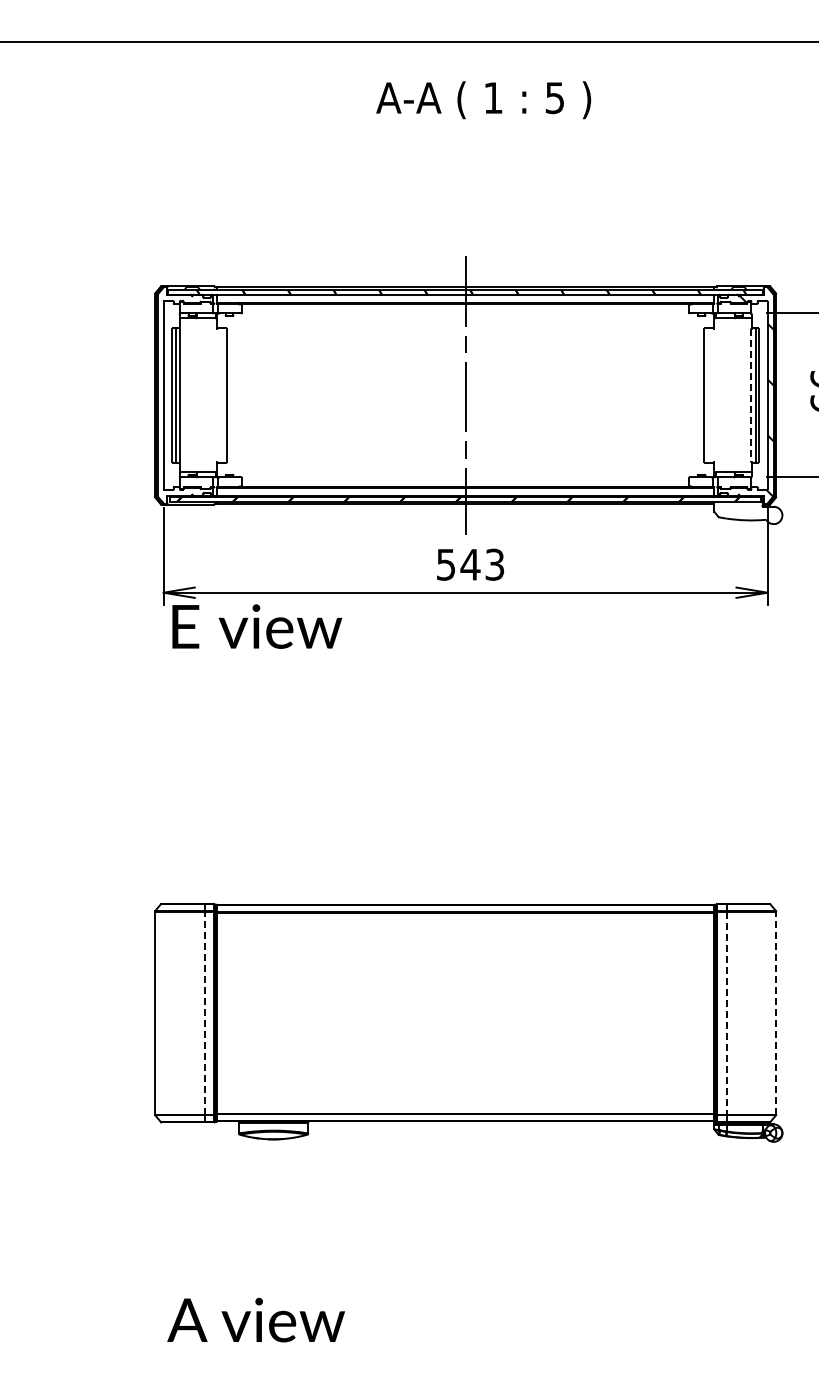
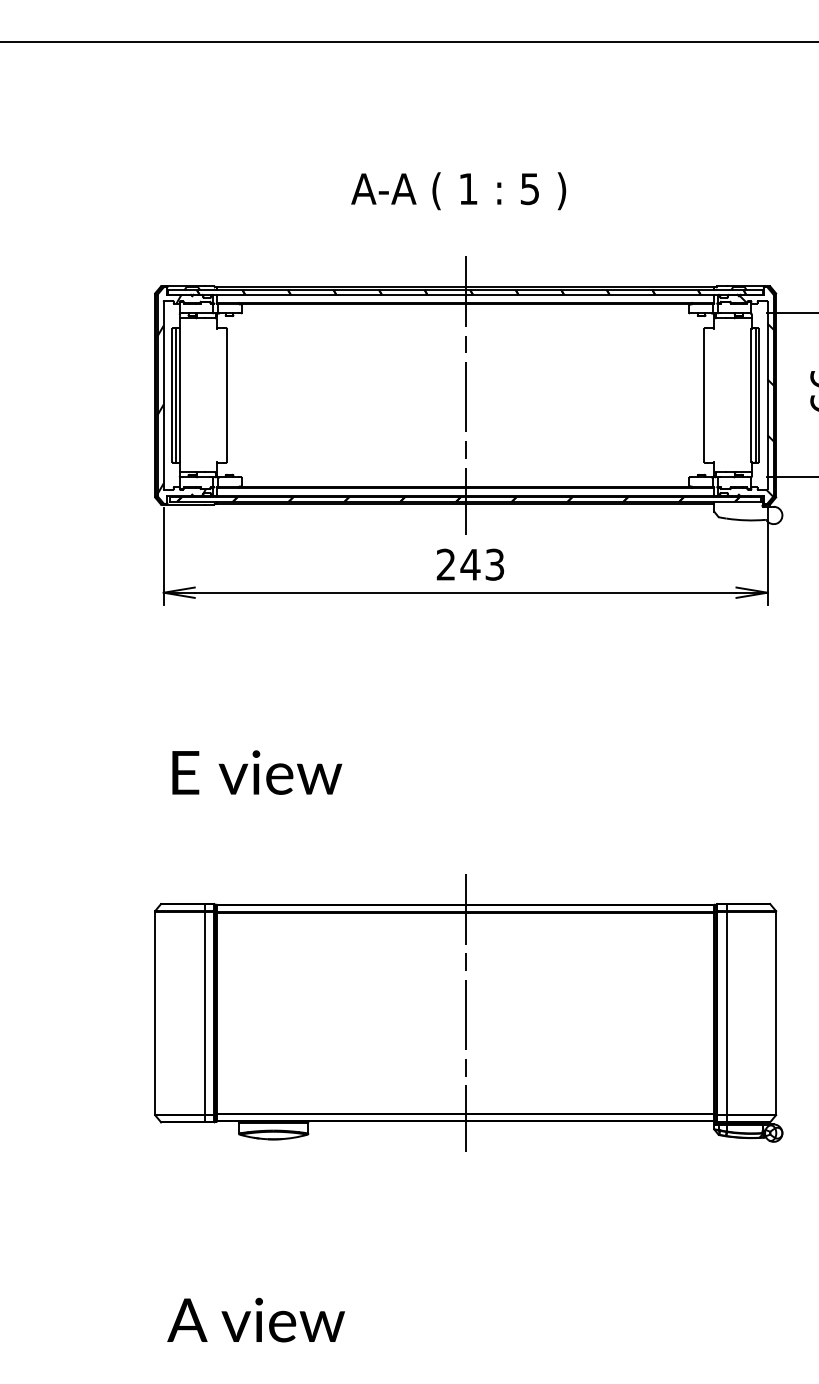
text at (483, 100) position: (483, 100) -> (458, 191)
hatch at (181, 395): none -> present
line at (751, 395): dashed -> solid
text at (445, 564): 543 -> 243
text at (257, 626) position: (257, 626) -> (257, 772)
line at (204, 1013): dashed -> solid
line at (465, 1013): none -> present
line at (726, 1013): dashed -> solid
line at (776, 1013): dashed -> solid
